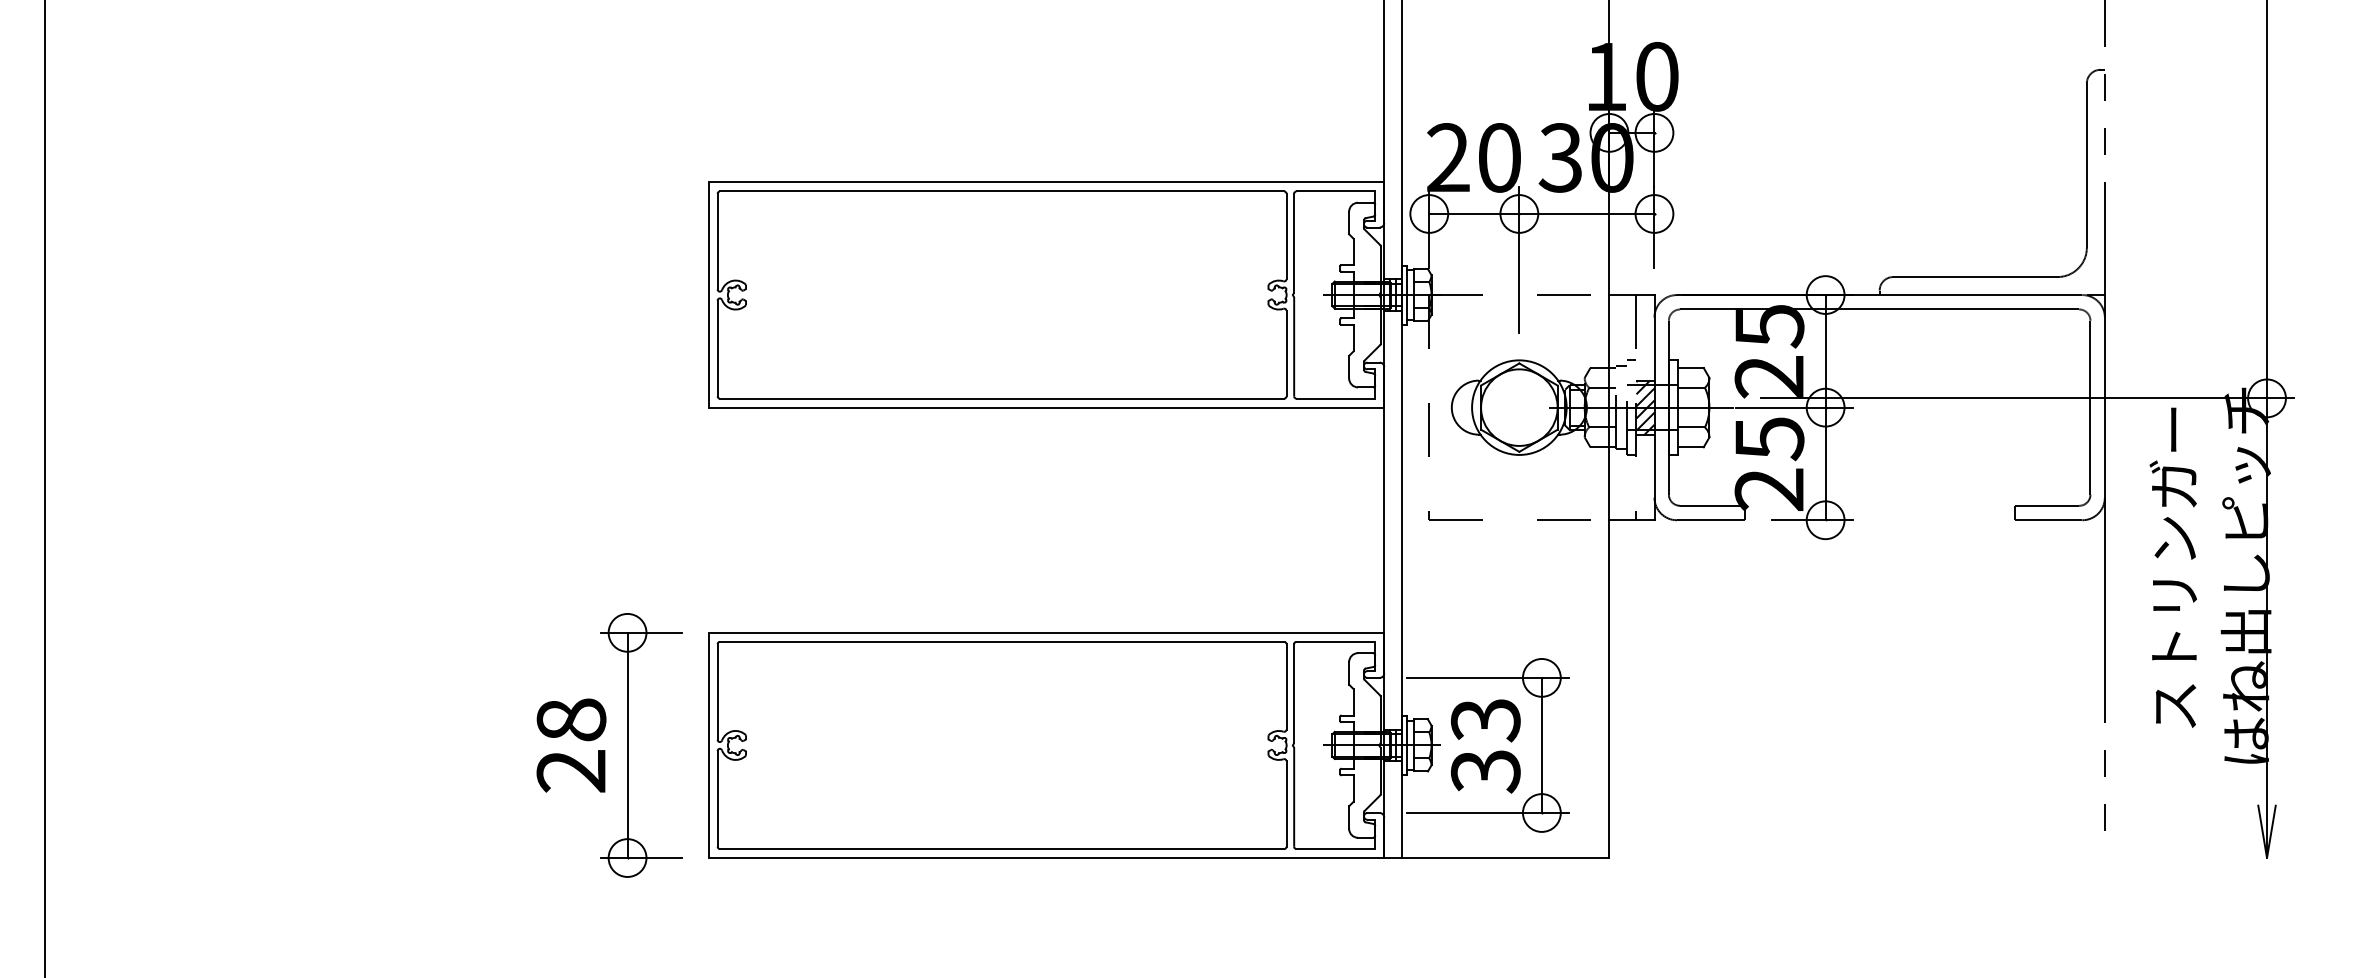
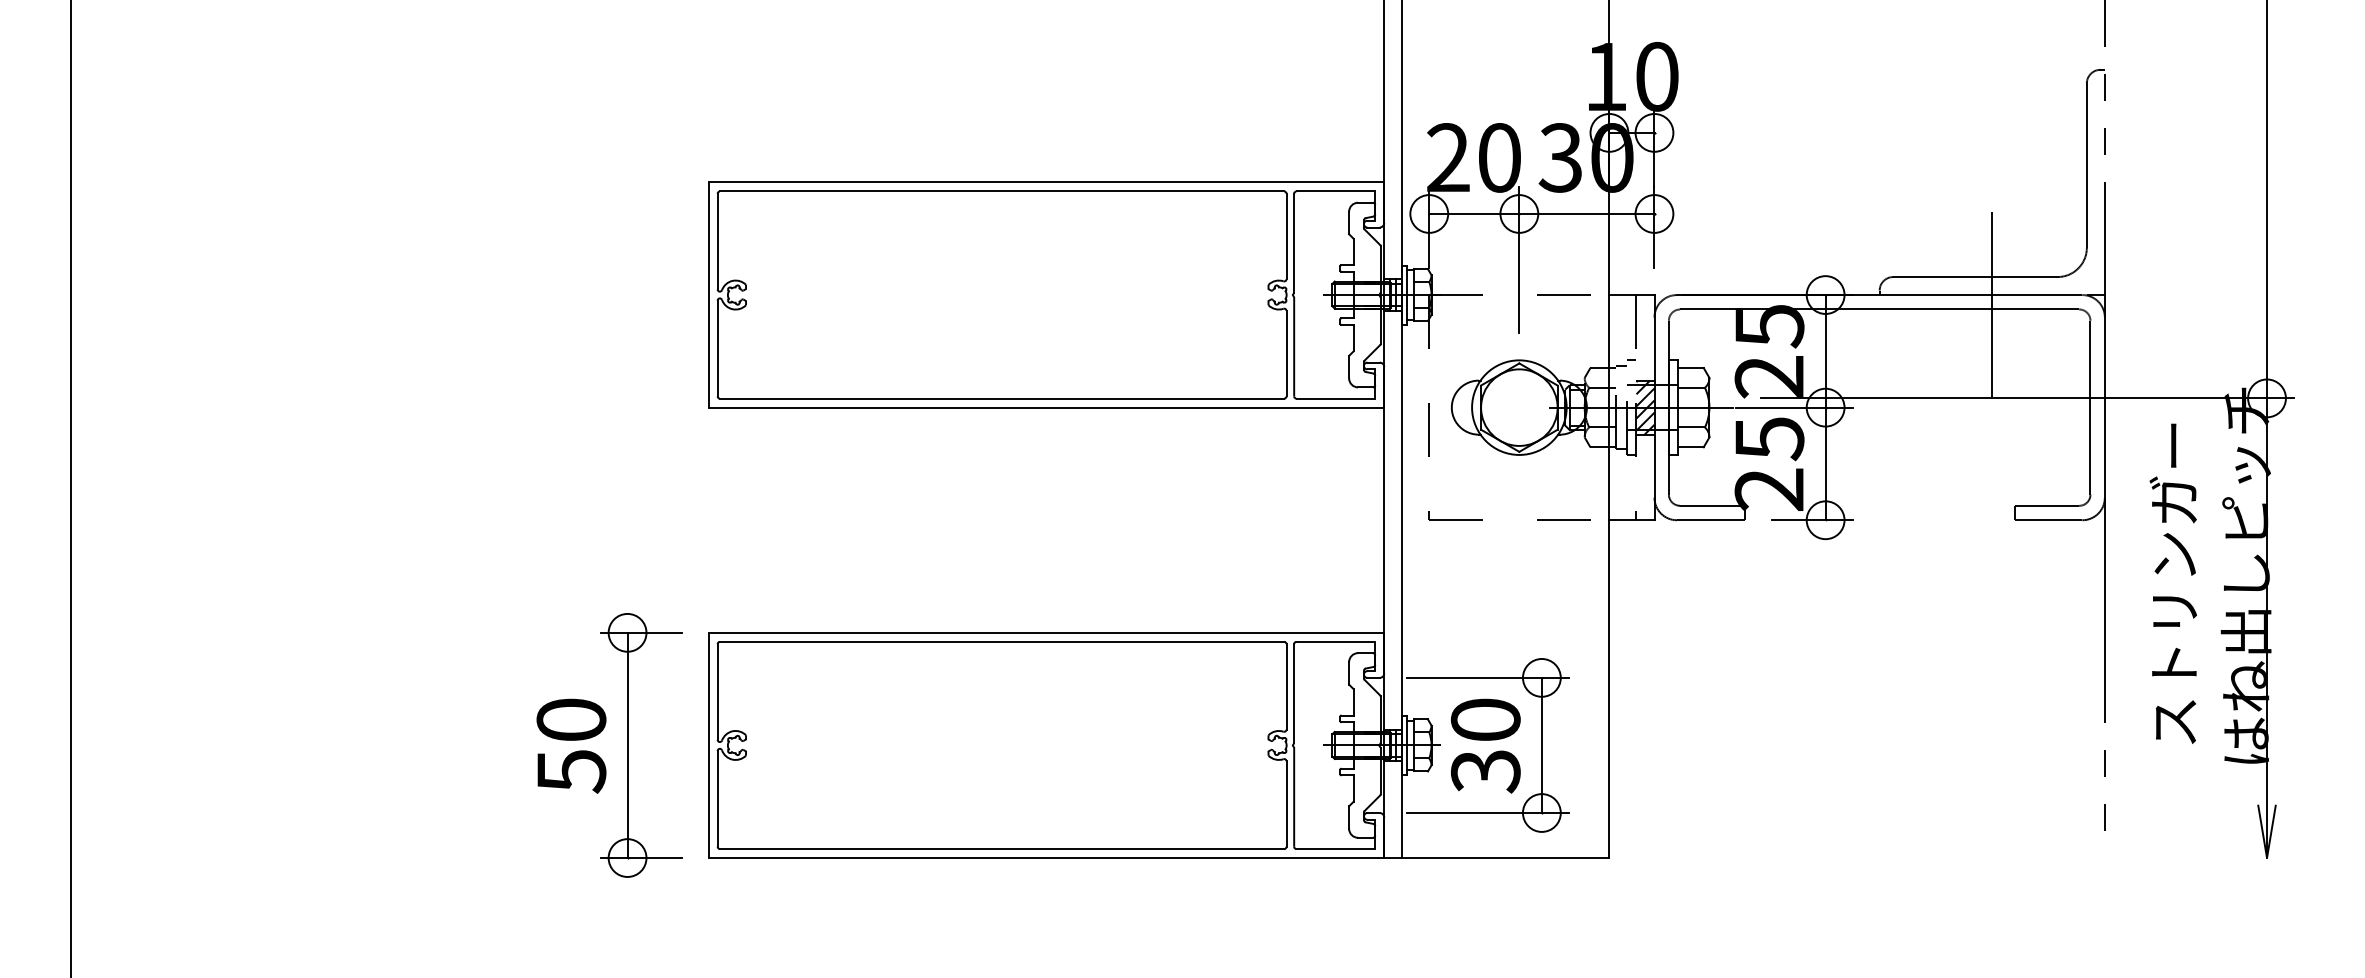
line at (1992, 304): none -> present
line at (44, 488) position: (44, 488) -> (70, 488)
text at (2172, 567) position: (2172, 567) -> (2172, 583)
text at (1485, 720): 33 -> 30
text at (571, 745): 28 -> 50
